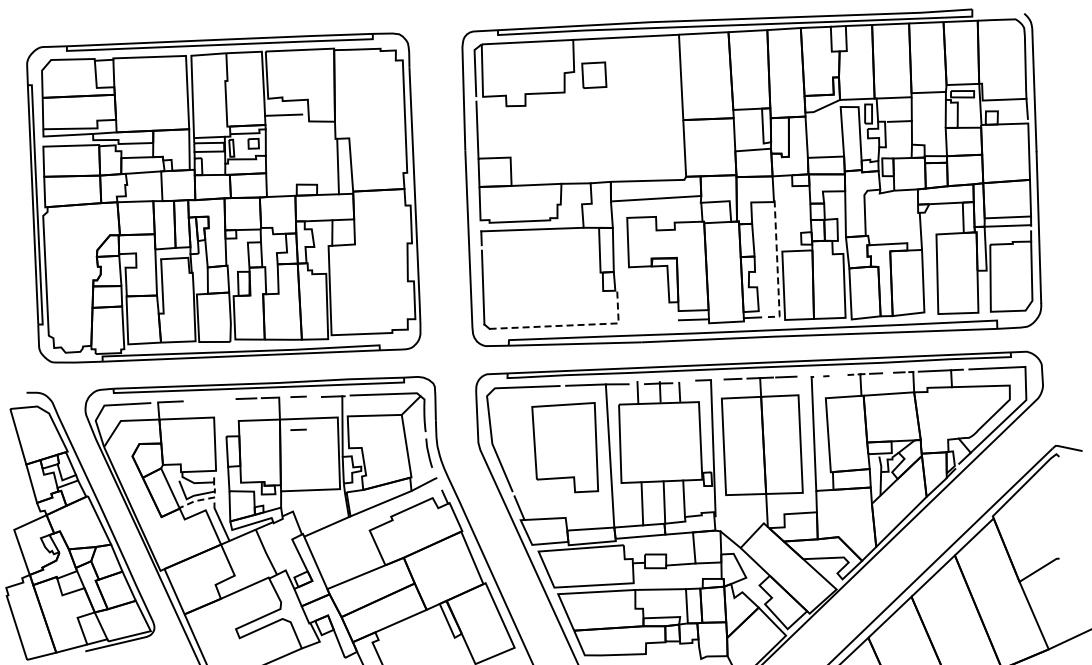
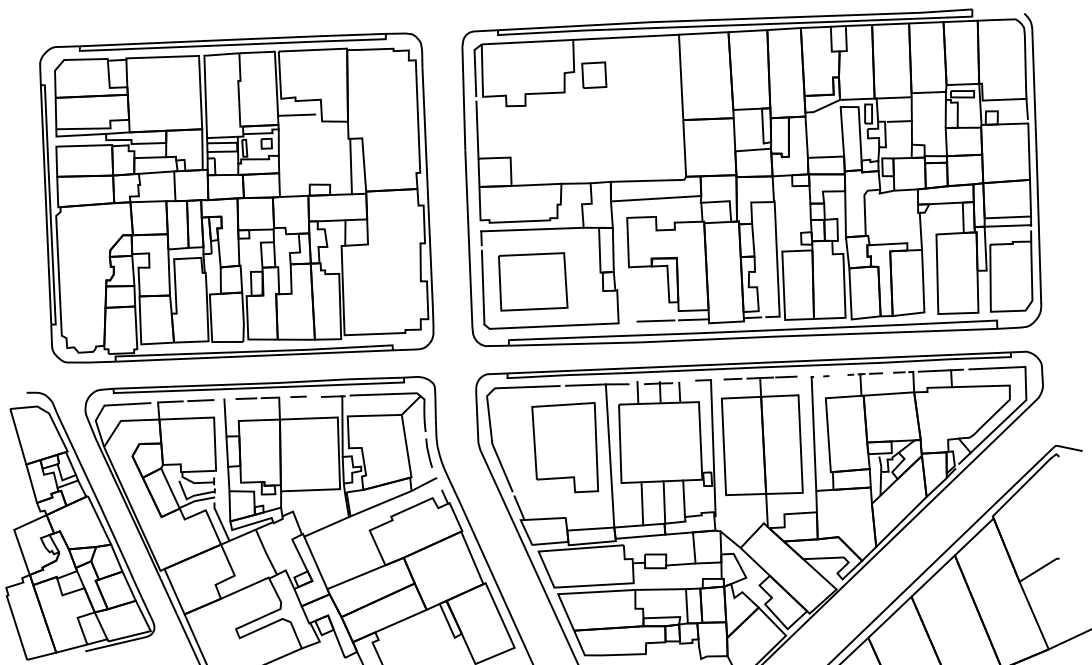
part at (223, 197) position: (223, 197) -> (236, 197)
line at (777, 266): dashed -> solid
part at (533, 281): none -> present
line at (655, 320): none -> present
line at (572, 325): dashed -> solid
line at (200, 400): none -> present
line at (225, 417): none -> present
line at (298, 429): present -> none
line at (195, 501): dashed -> solid
